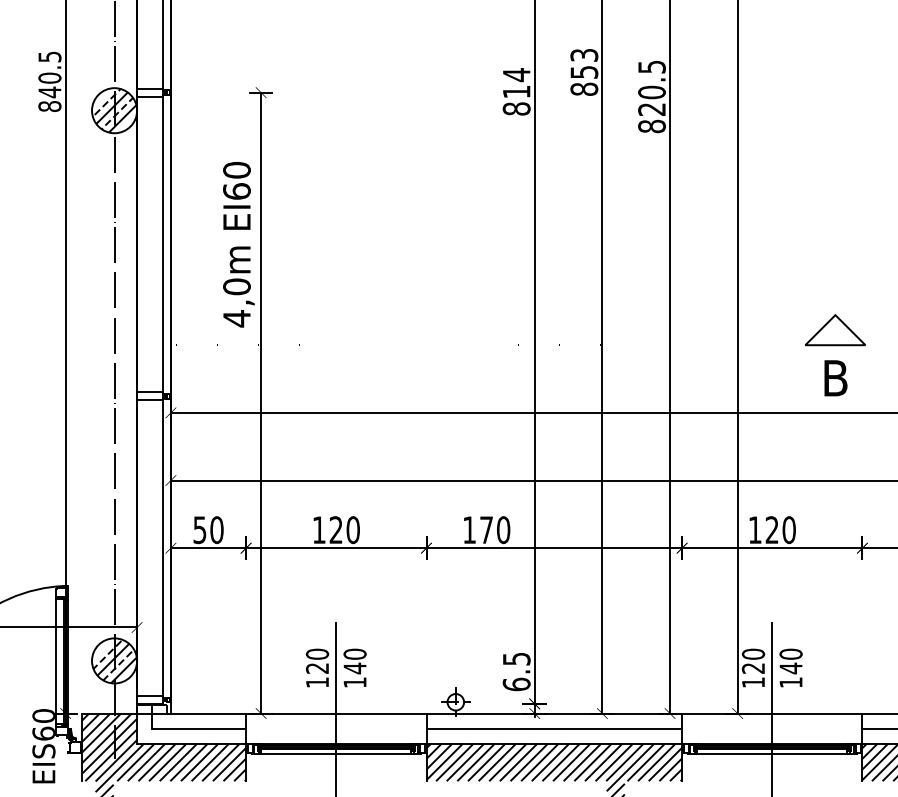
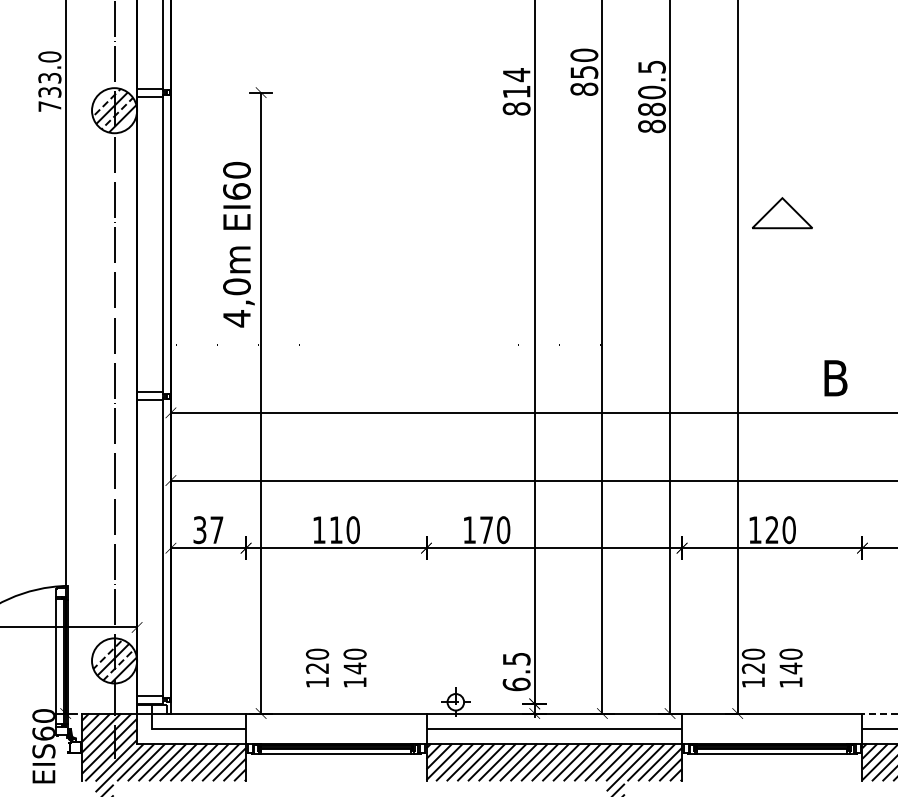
text at (584, 54): 853 -> 850
text at (49, 81): 840.5 -> 733.0
text at (651, 109): 820.5 -> 880.5
part at (835, 330) position: (835, 330) -> (782, 213)
text at (335, 529): 120 -> 110
text at (208, 530): 50 -> 37
line at (336, 708): present -> none
line at (772, 708): present -> none
line at (879, 713): solid -> dashed
